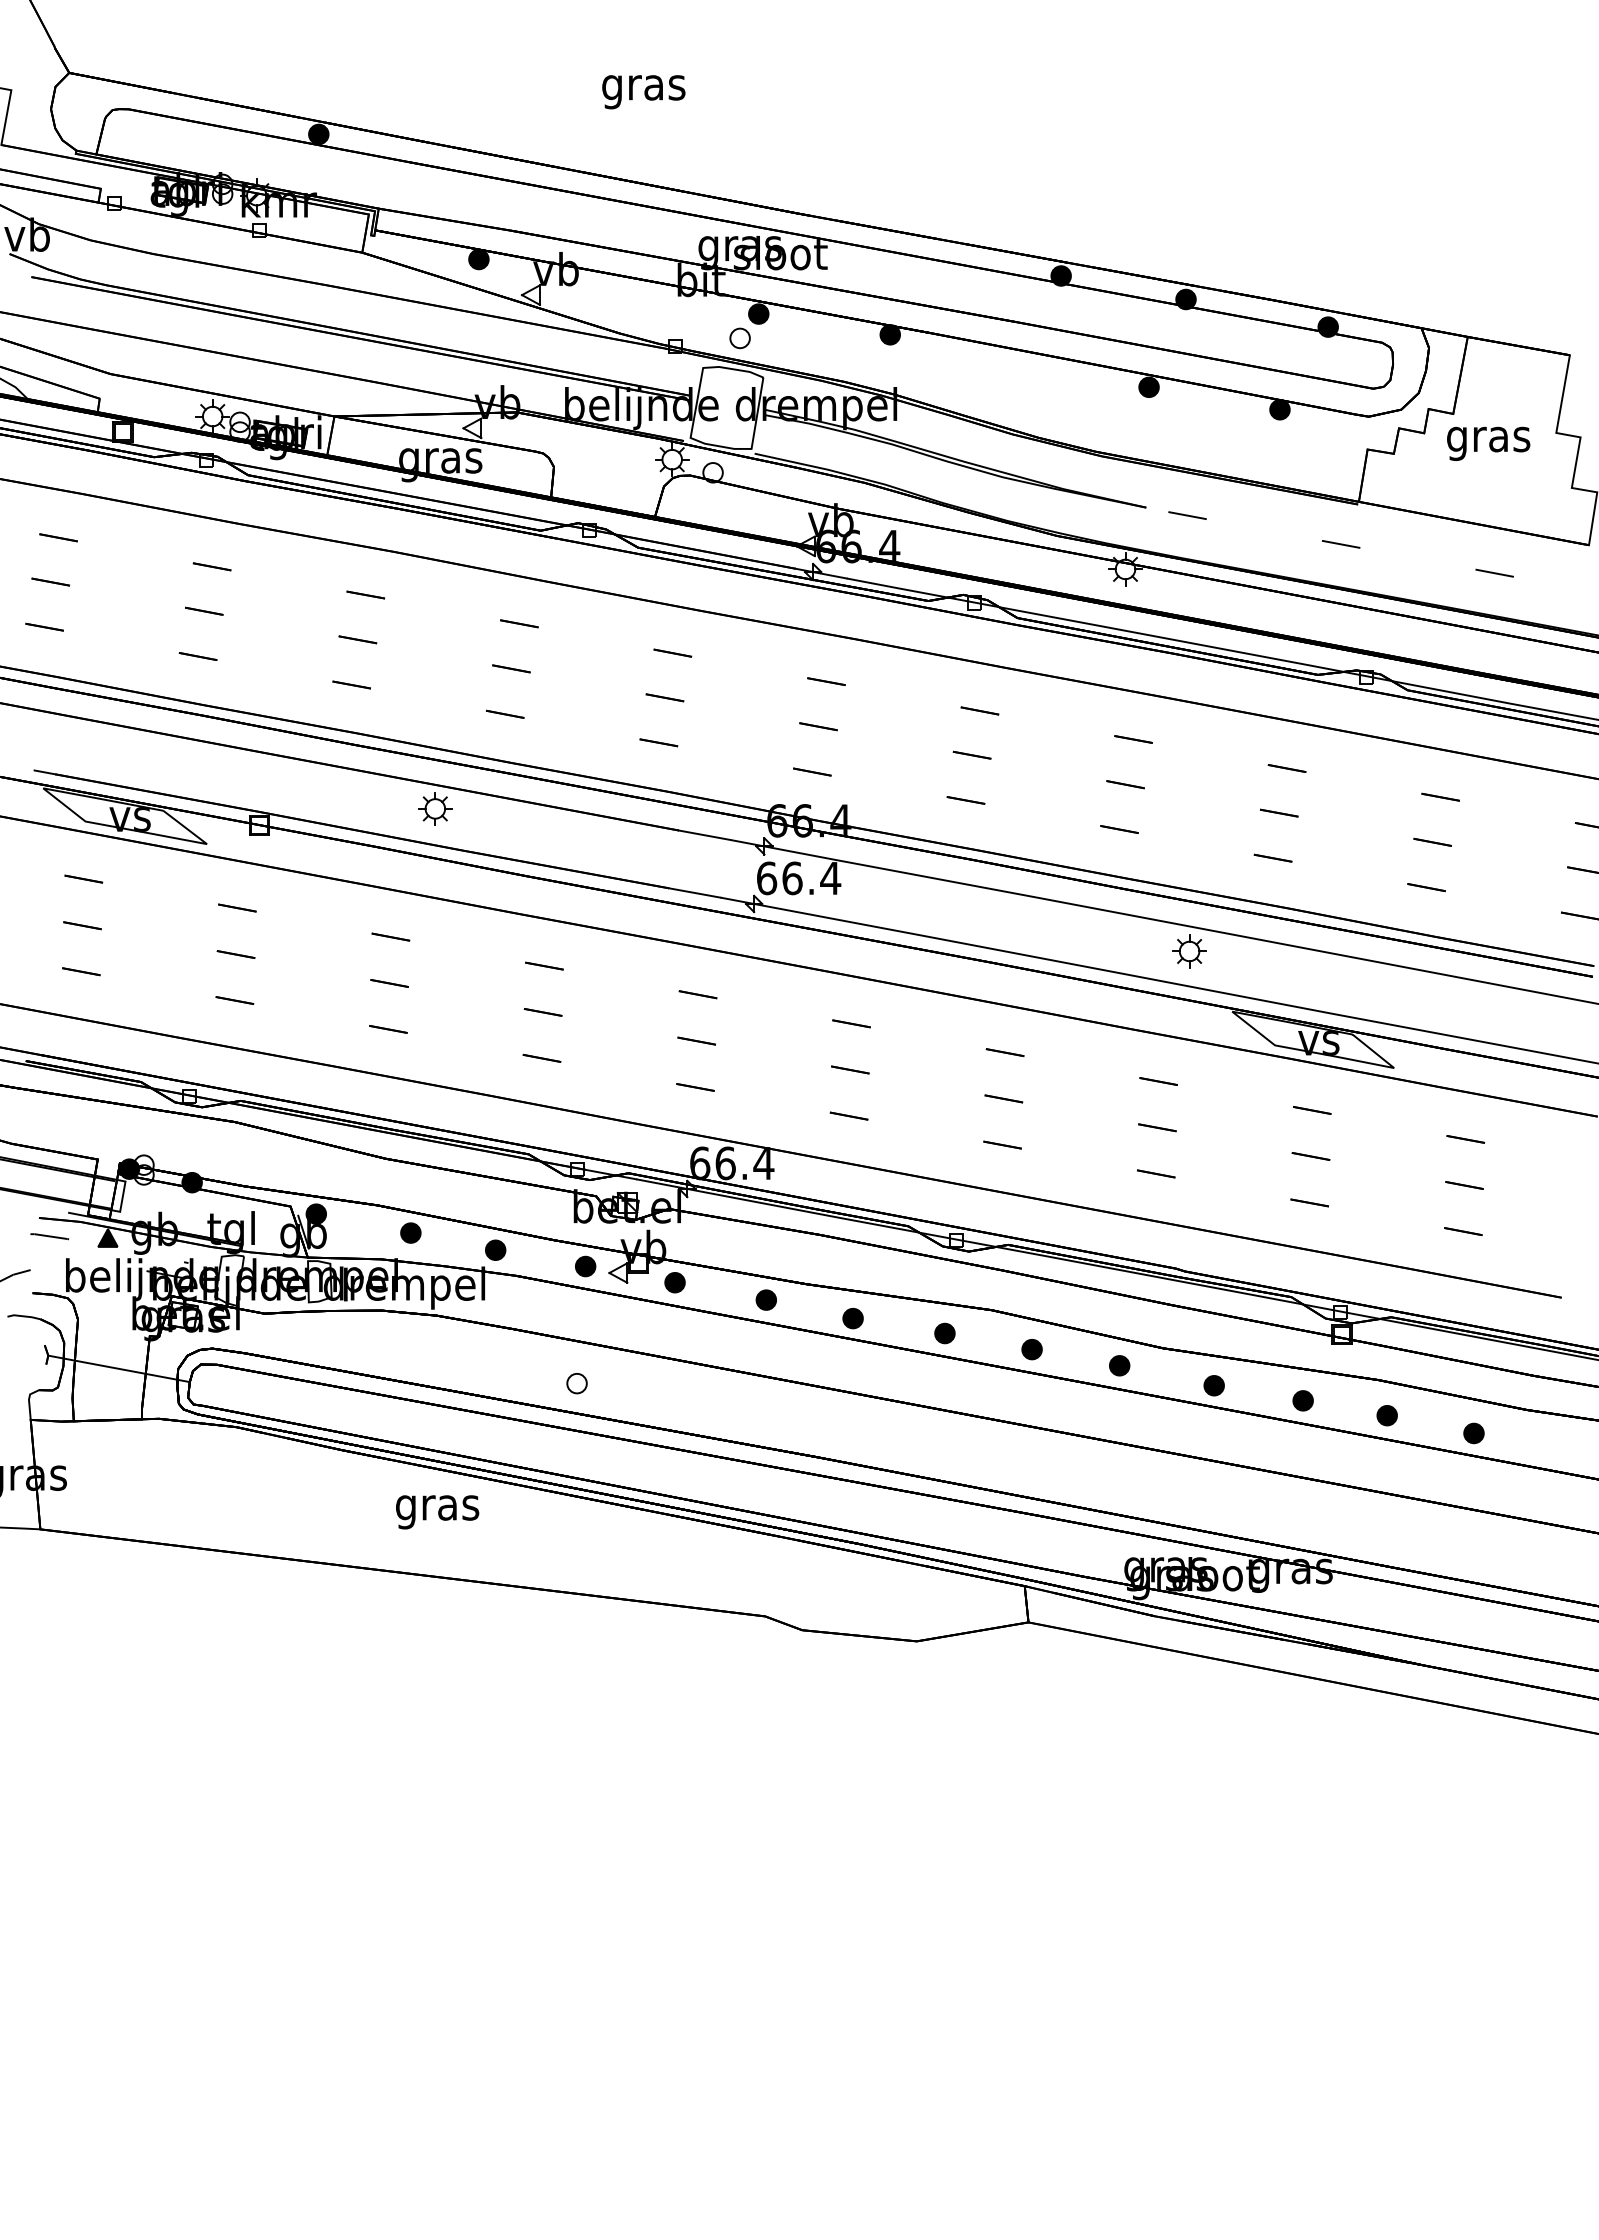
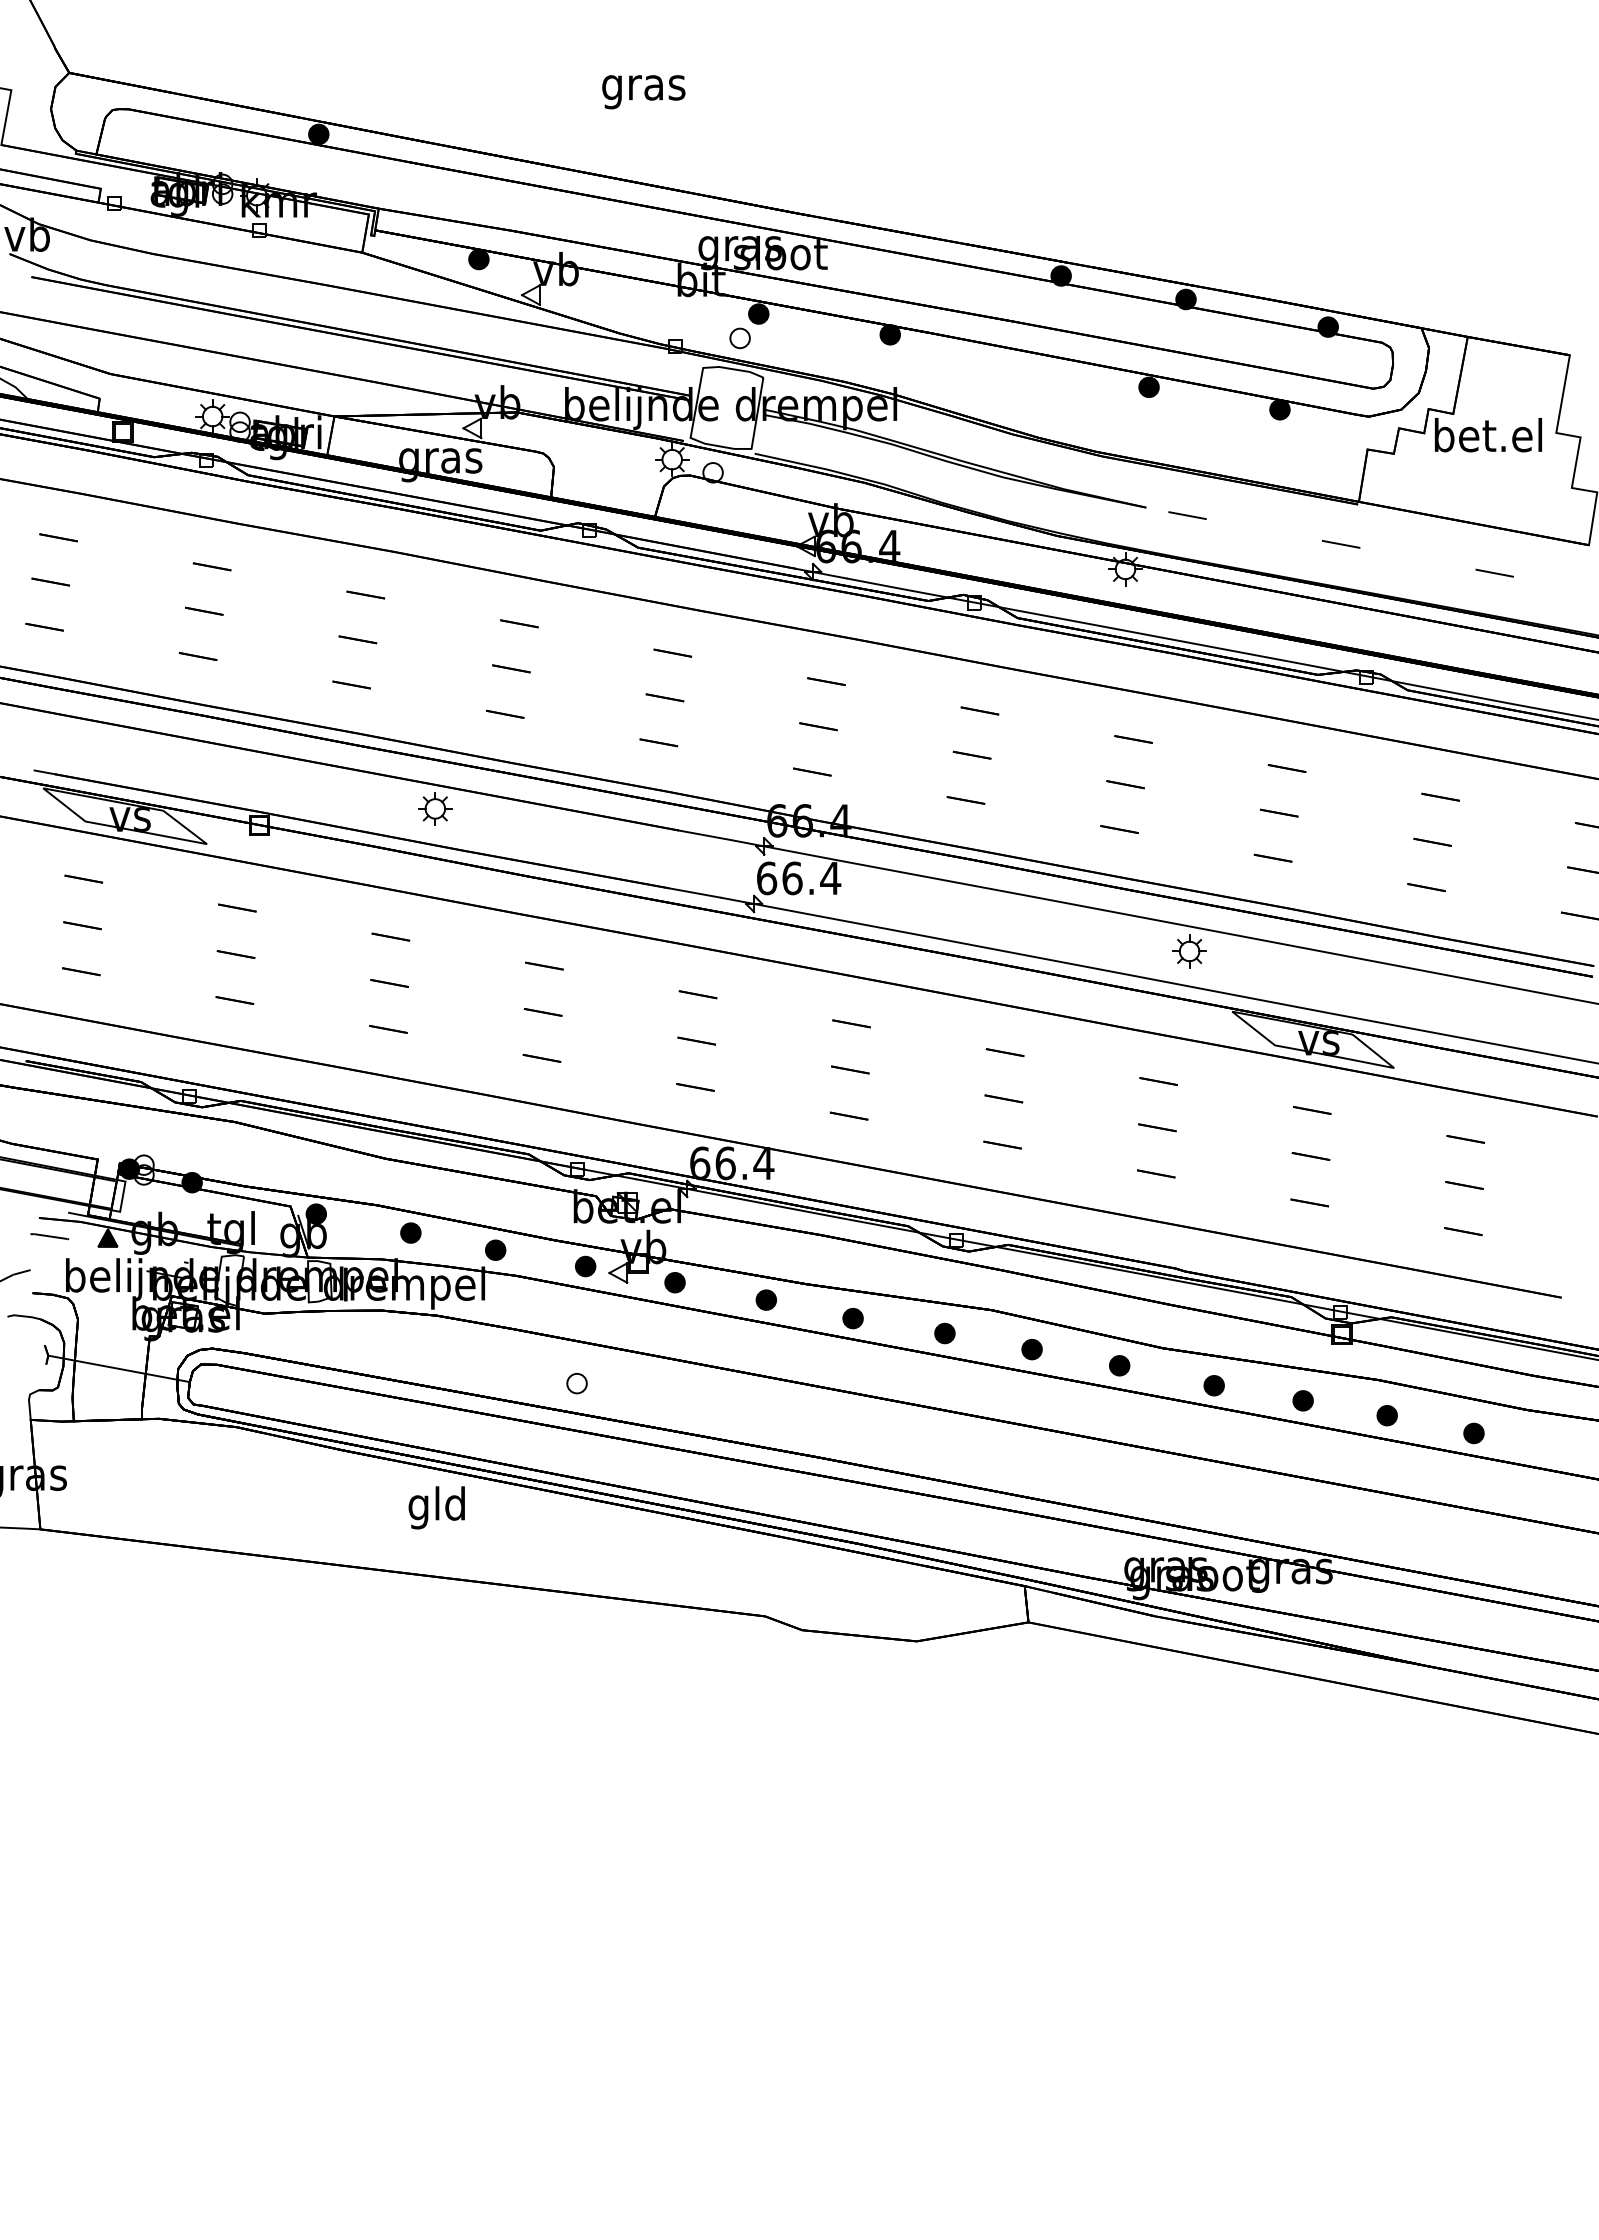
text at (1488, 439): gras -> bet.el
text at (437, 1507): gras -> gld
